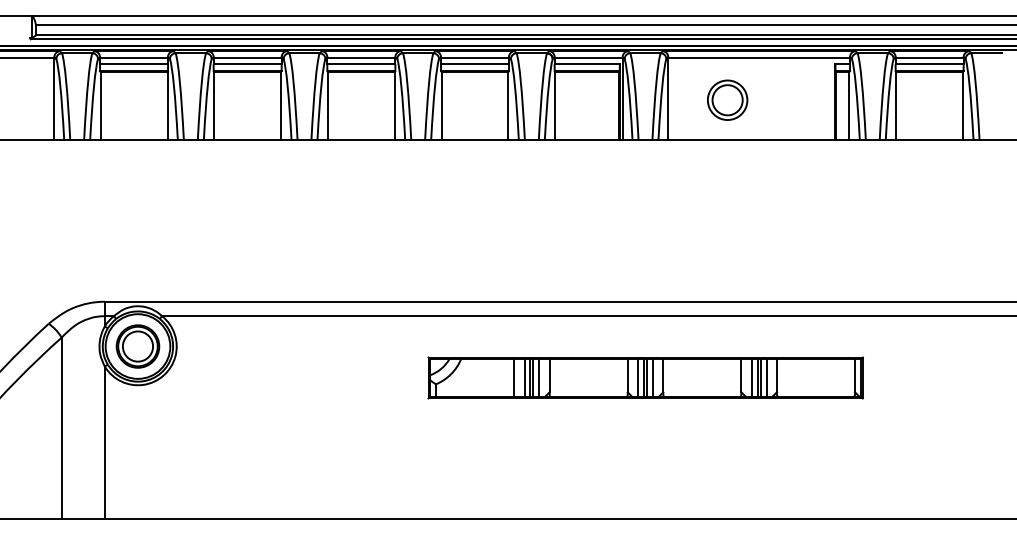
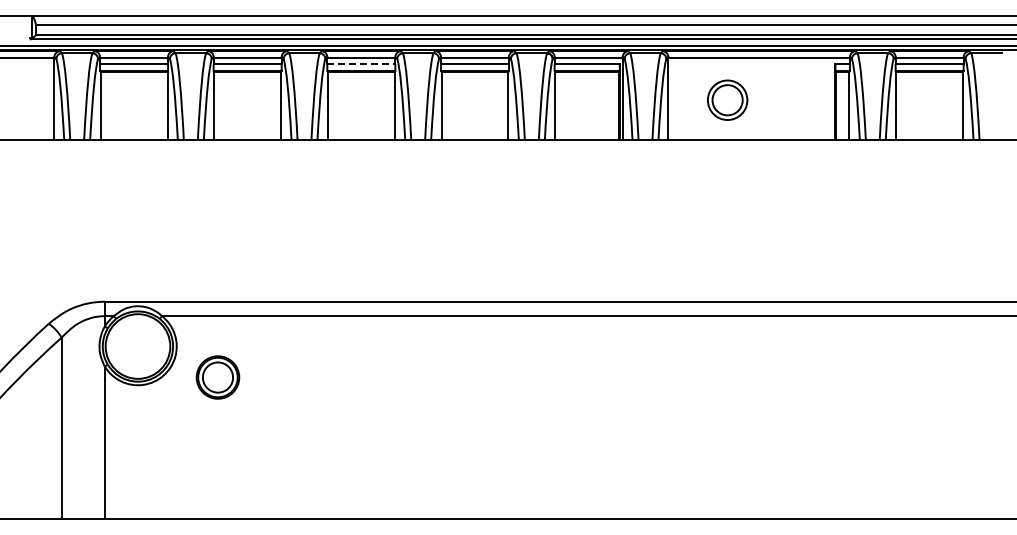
line at (361, 64): solid -> dashed
part at (137, 346) position: (137, 346) -> (217, 377)
part at (645, 377): present -> none
